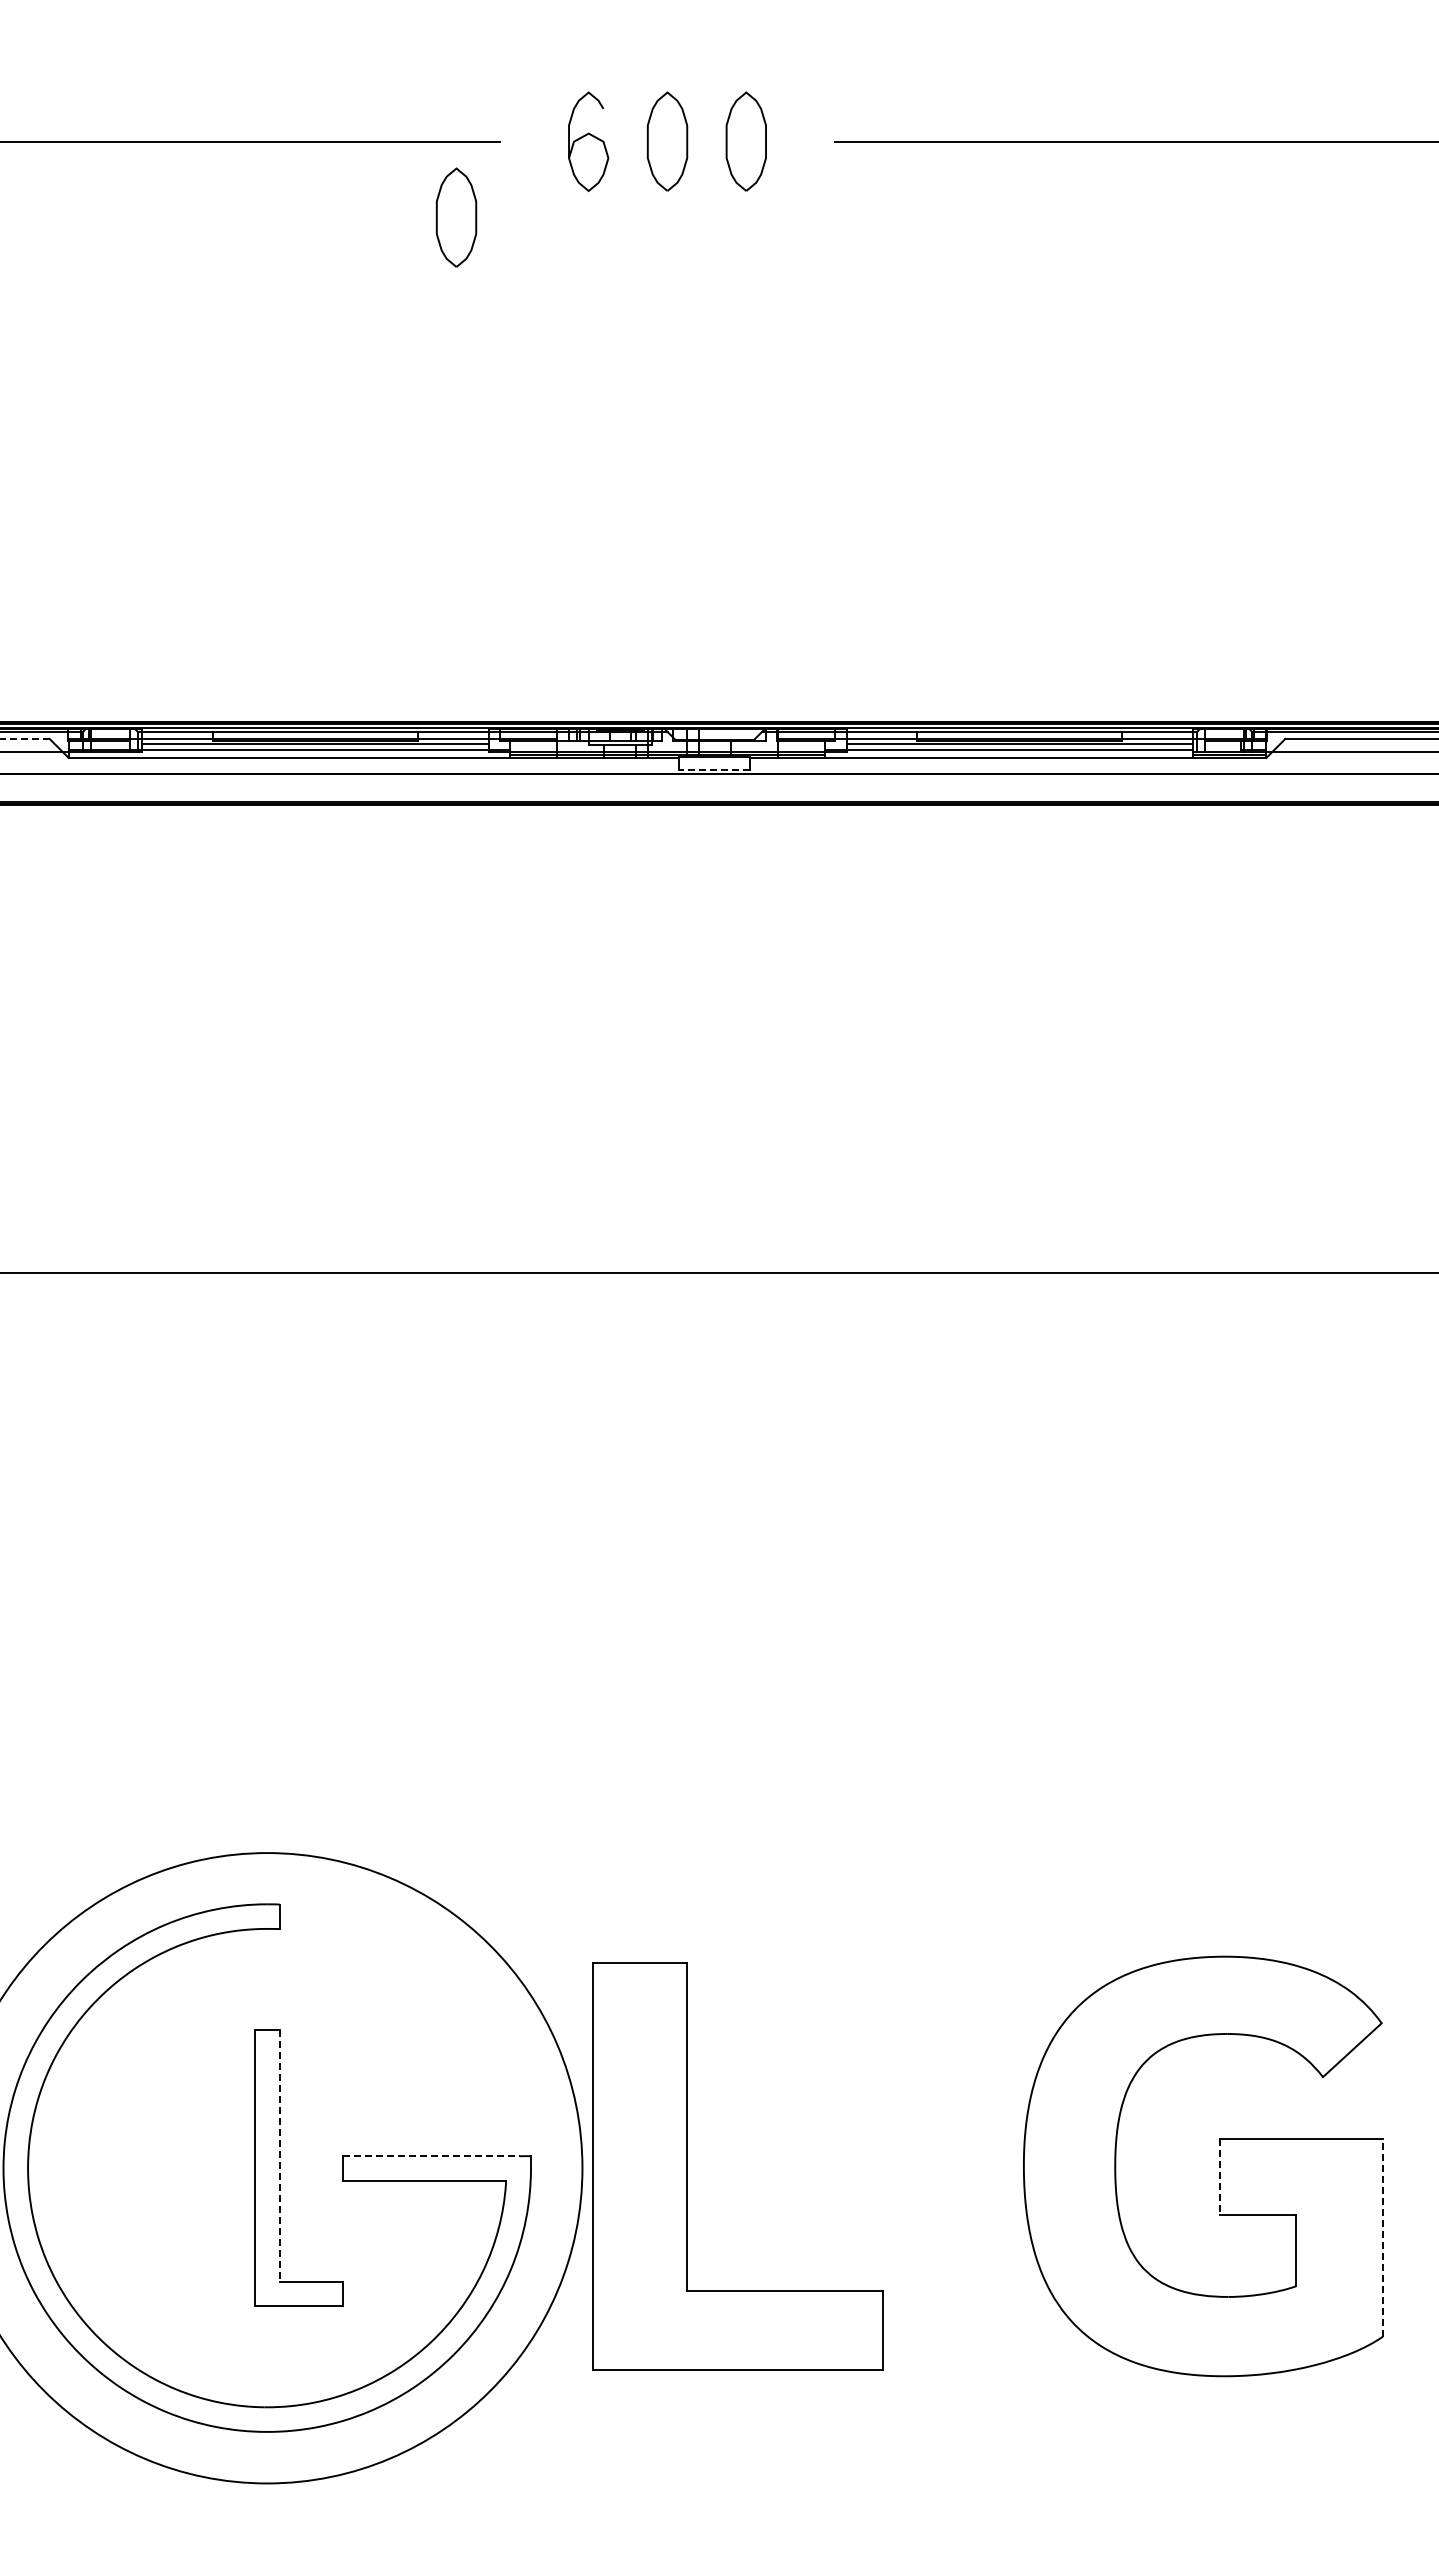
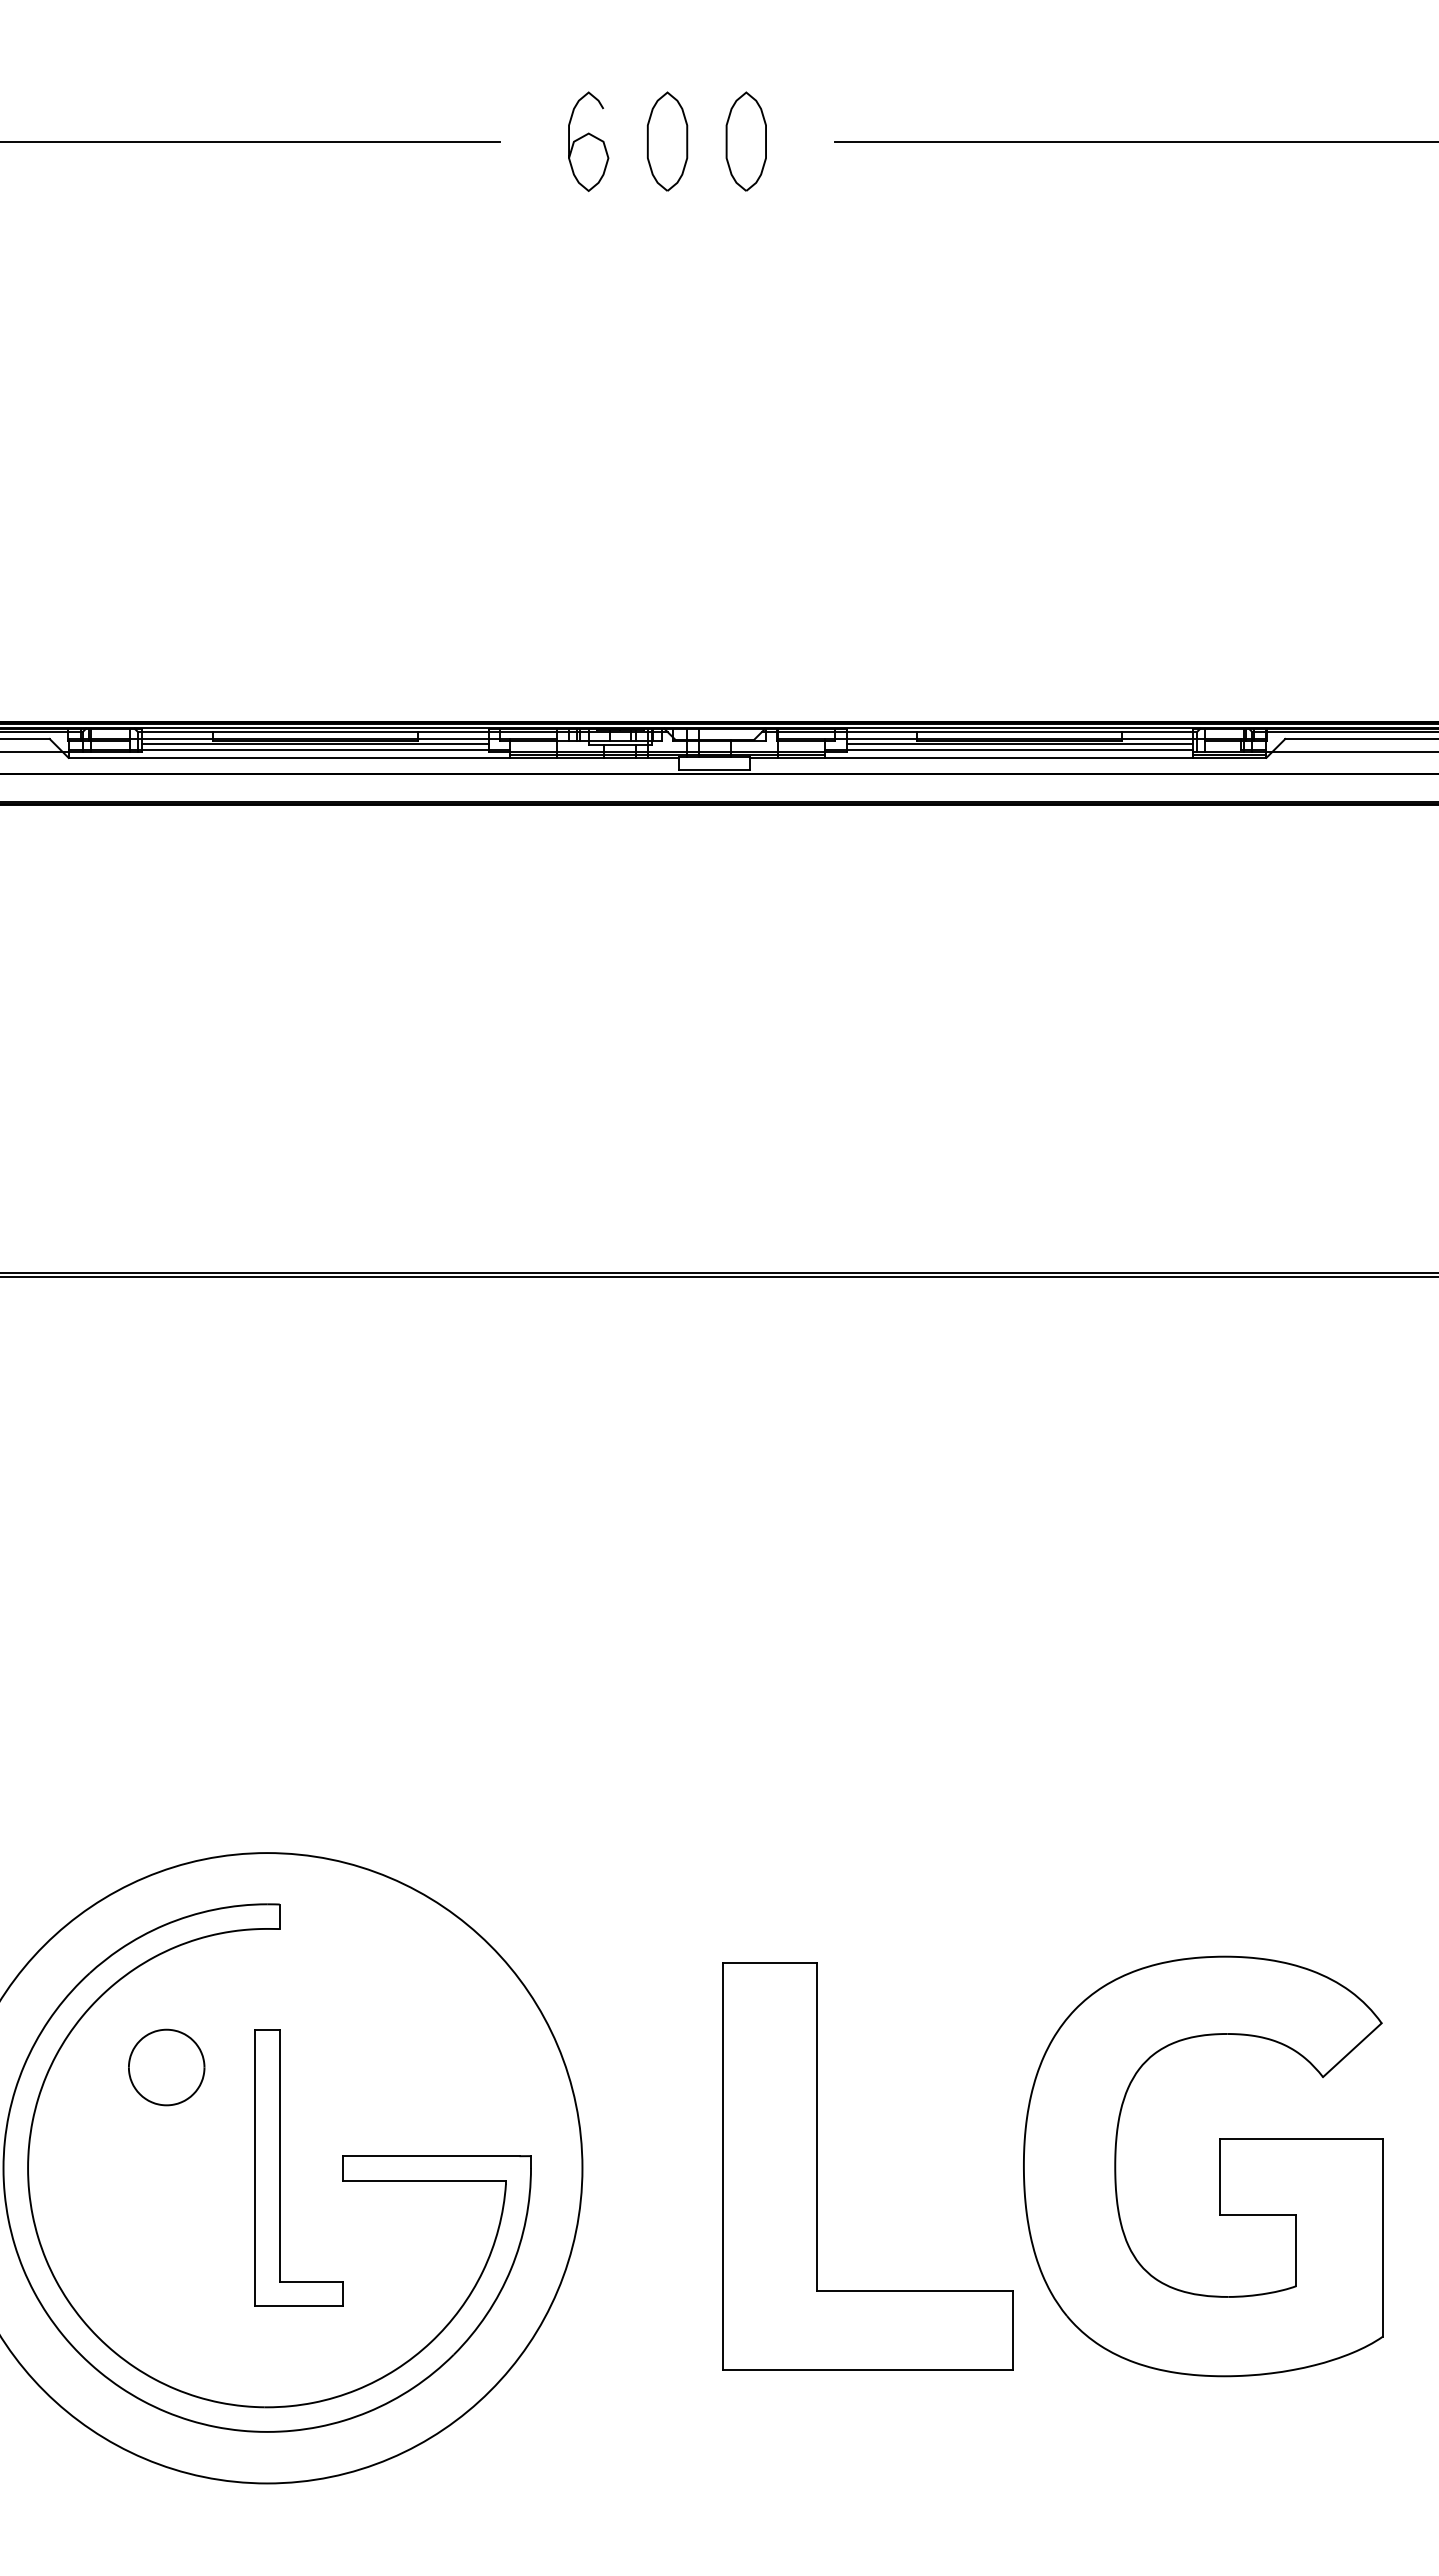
part at (456, 217): present -> none
line at (25, 739): dashed -> solid
line at (714, 769): dashed -> solid
line at (718, 1277): none -> present
part at (166, 2067): none -> present
line at (279, 2155): dashed -> solid
line at (431, 2156): dashed -> solid
part at (687, 2166) position: (687, 2166) -> (817, 2166)
line at (1219, 2176): dashed -> solid
line at (1382, 2237): dashed -> solid
